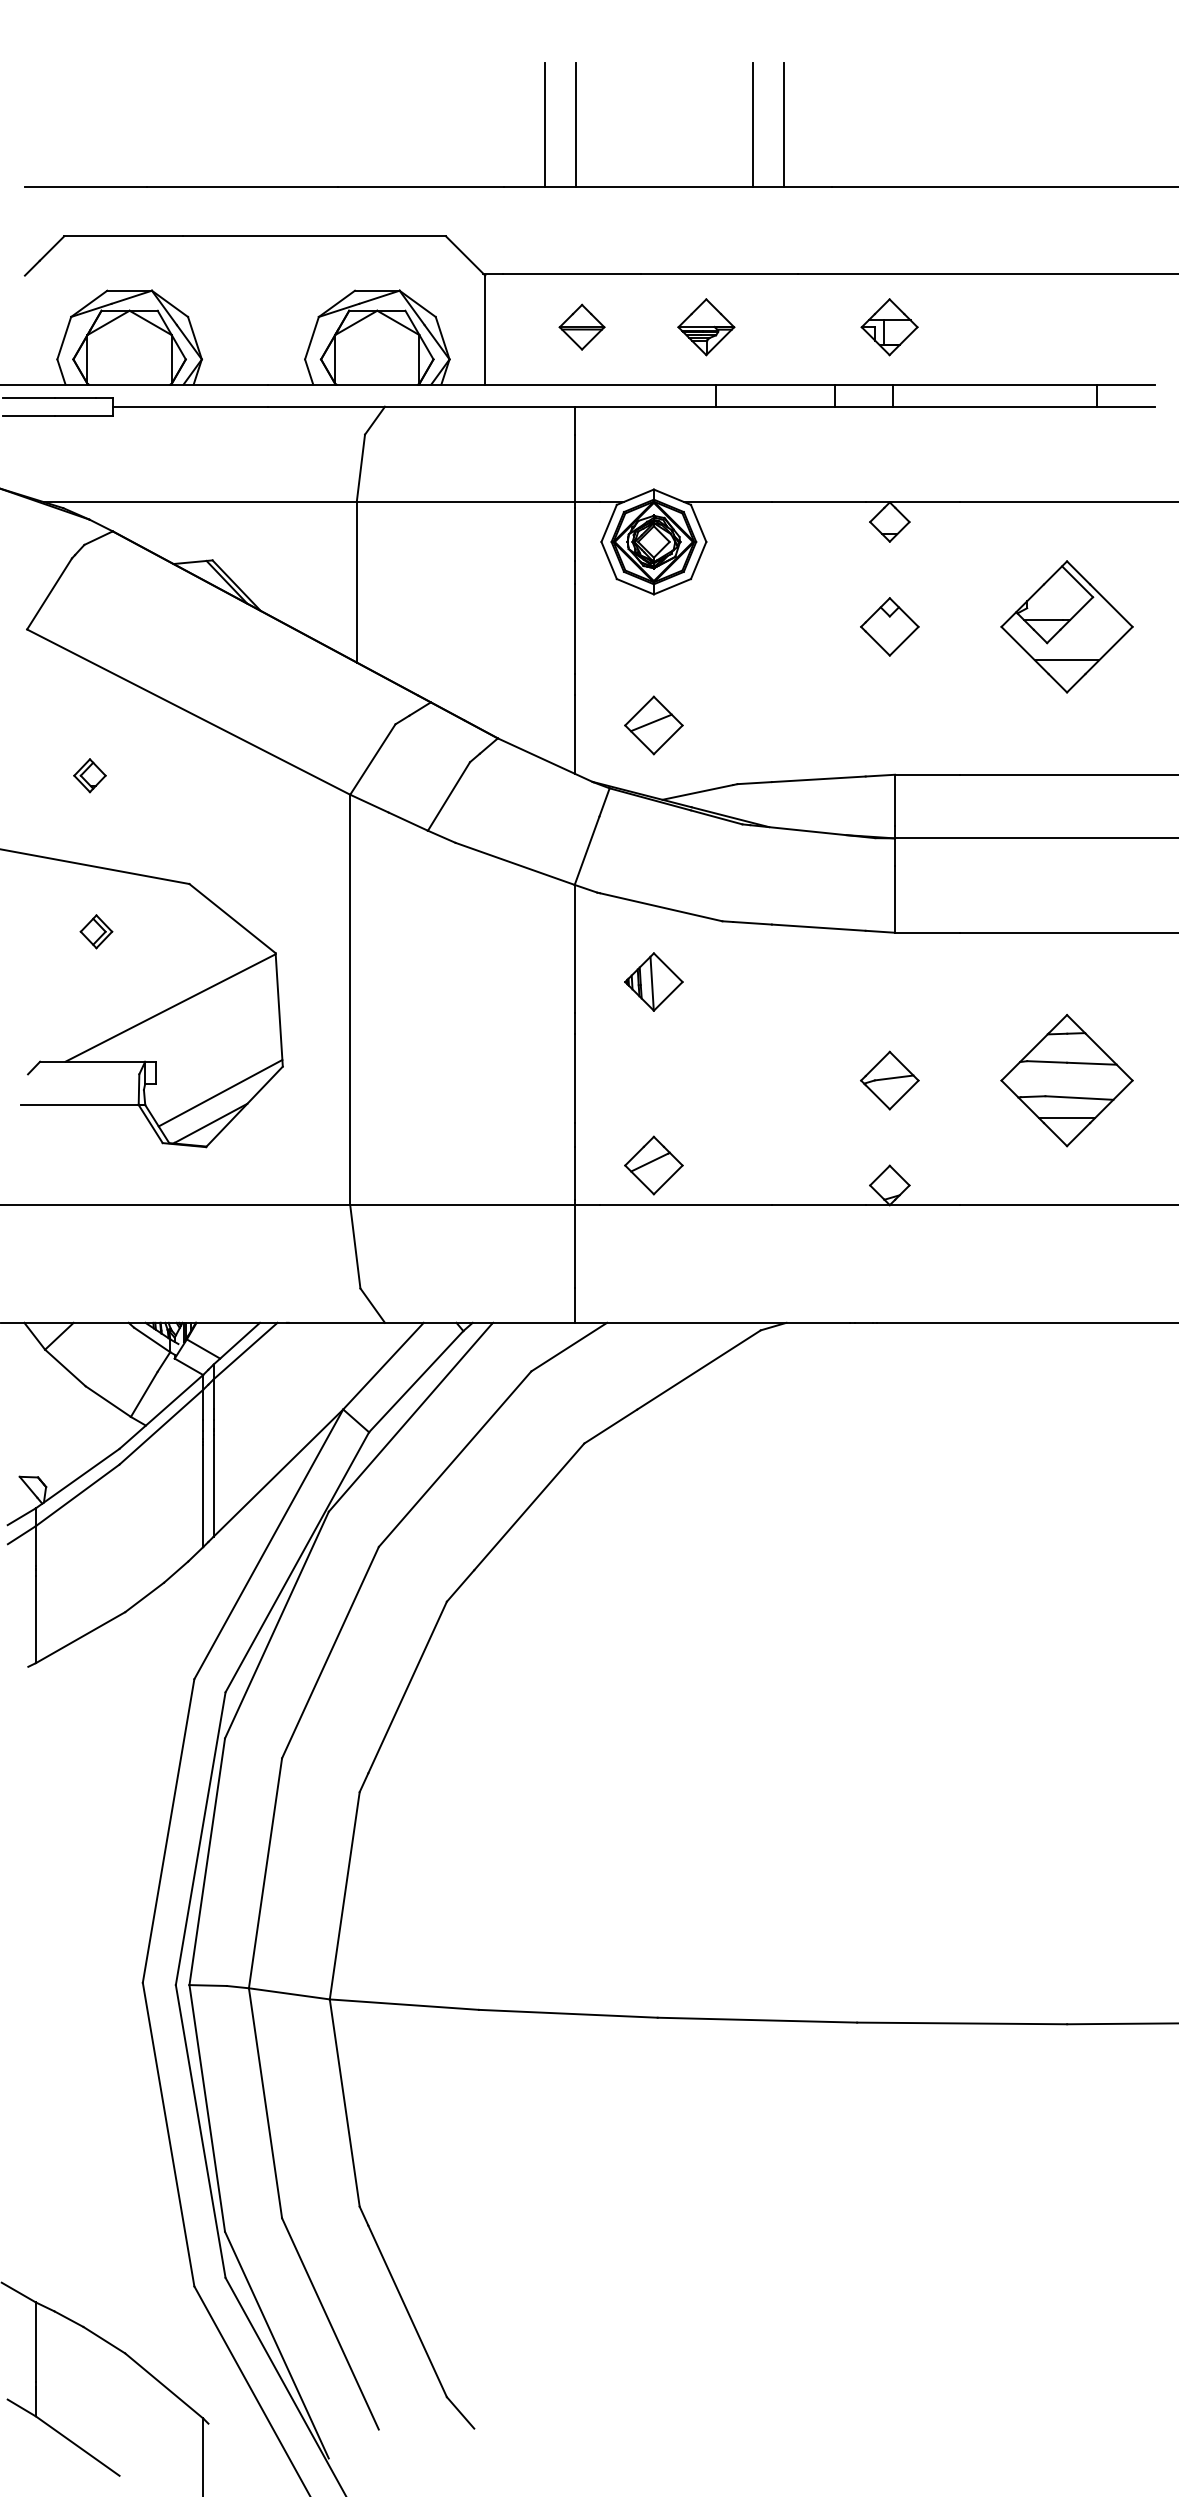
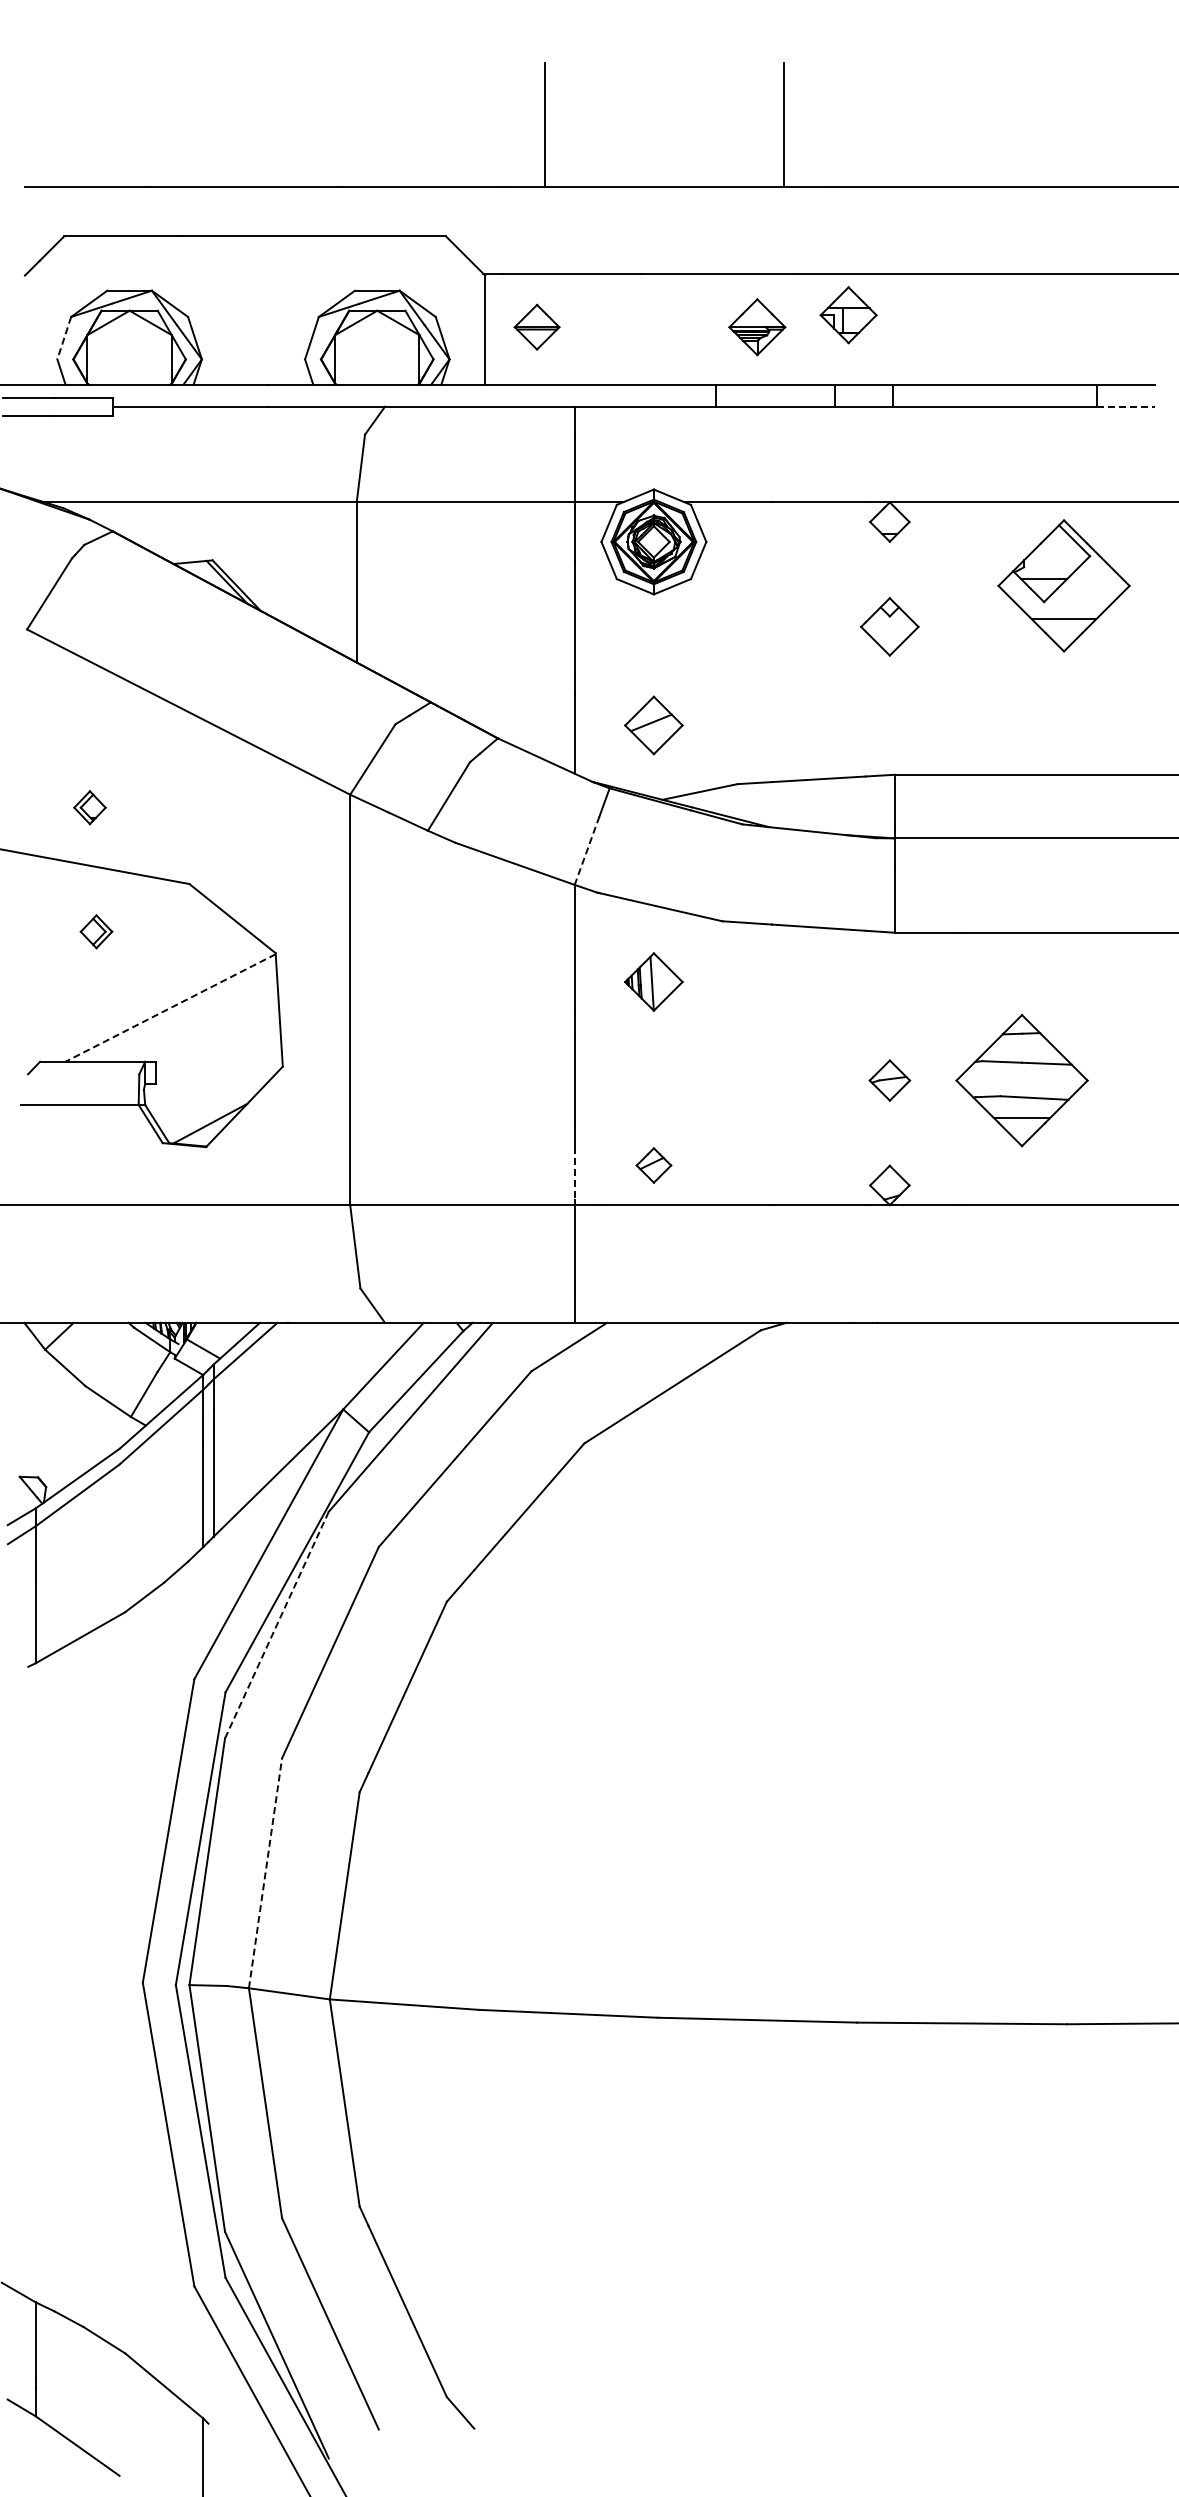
line at (576, 124): present -> none
line at (753, 124): present -> none
part at (581, 326) position: (581, 326) -> (536, 326)
part at (706, 327) position: (706, 327) -> (757, 327)
part at (889, 327) position: (889, 327) -> (848, 315)
line at (64, 338): solid -> dashed
line at (1125, 406): solid -> dashed
part at (1066, 626) position: (1066, 626) -> (1063, 585)
part at (89, 775) position: (89, 775) -> (89, 807)
line at (586, 851): solid -> dashed
line at (170, 1008): solid -> dashed
part at (889, 1080) size: 60x61 px -> 44x43 px
part at (1066, 1080) position: (1066, 1080) -> (1021, 1080)
line at (220, 1092): present -> none
part at (653, 1165) size: 60x61 px -> 38x37 px
line at (574, 1173): solid -> dashed
line at (276, 1625): solid -> dashed
line at (265, 1872): solid -> dashed
